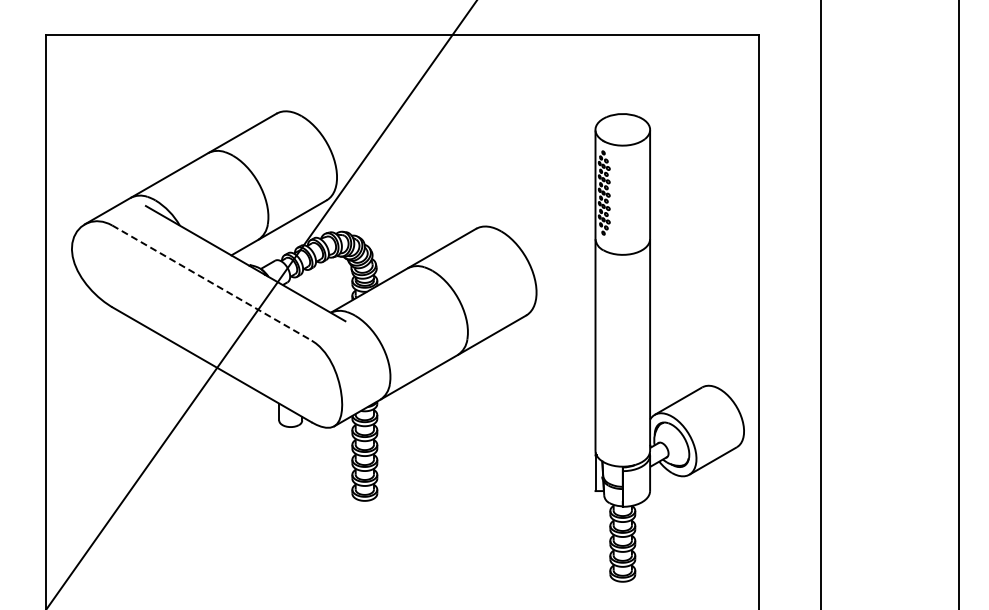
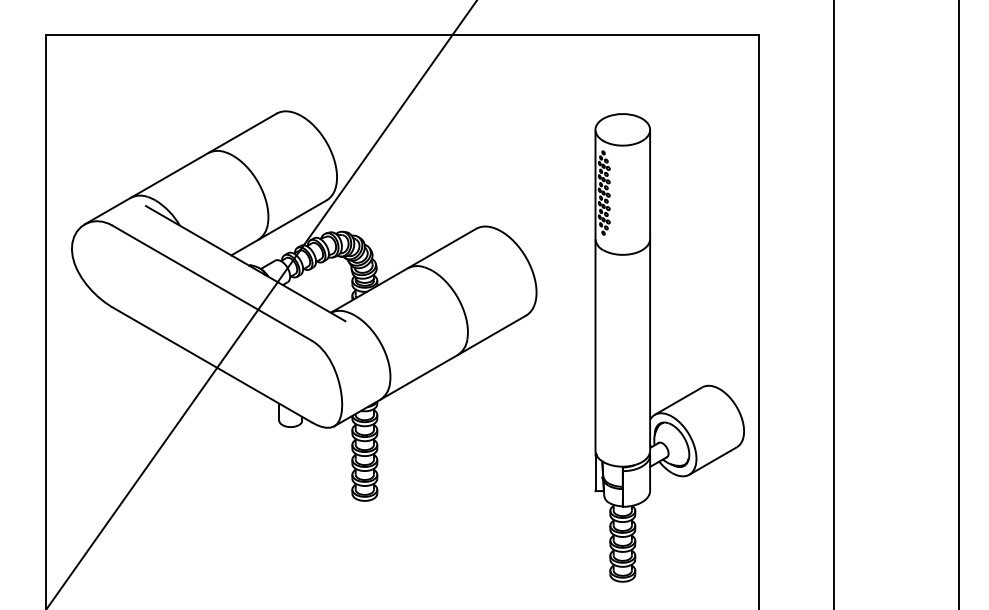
line at (212, 283): dashed -> solid
line at (821, 304) position: (821, 304) -> (834, 304)
